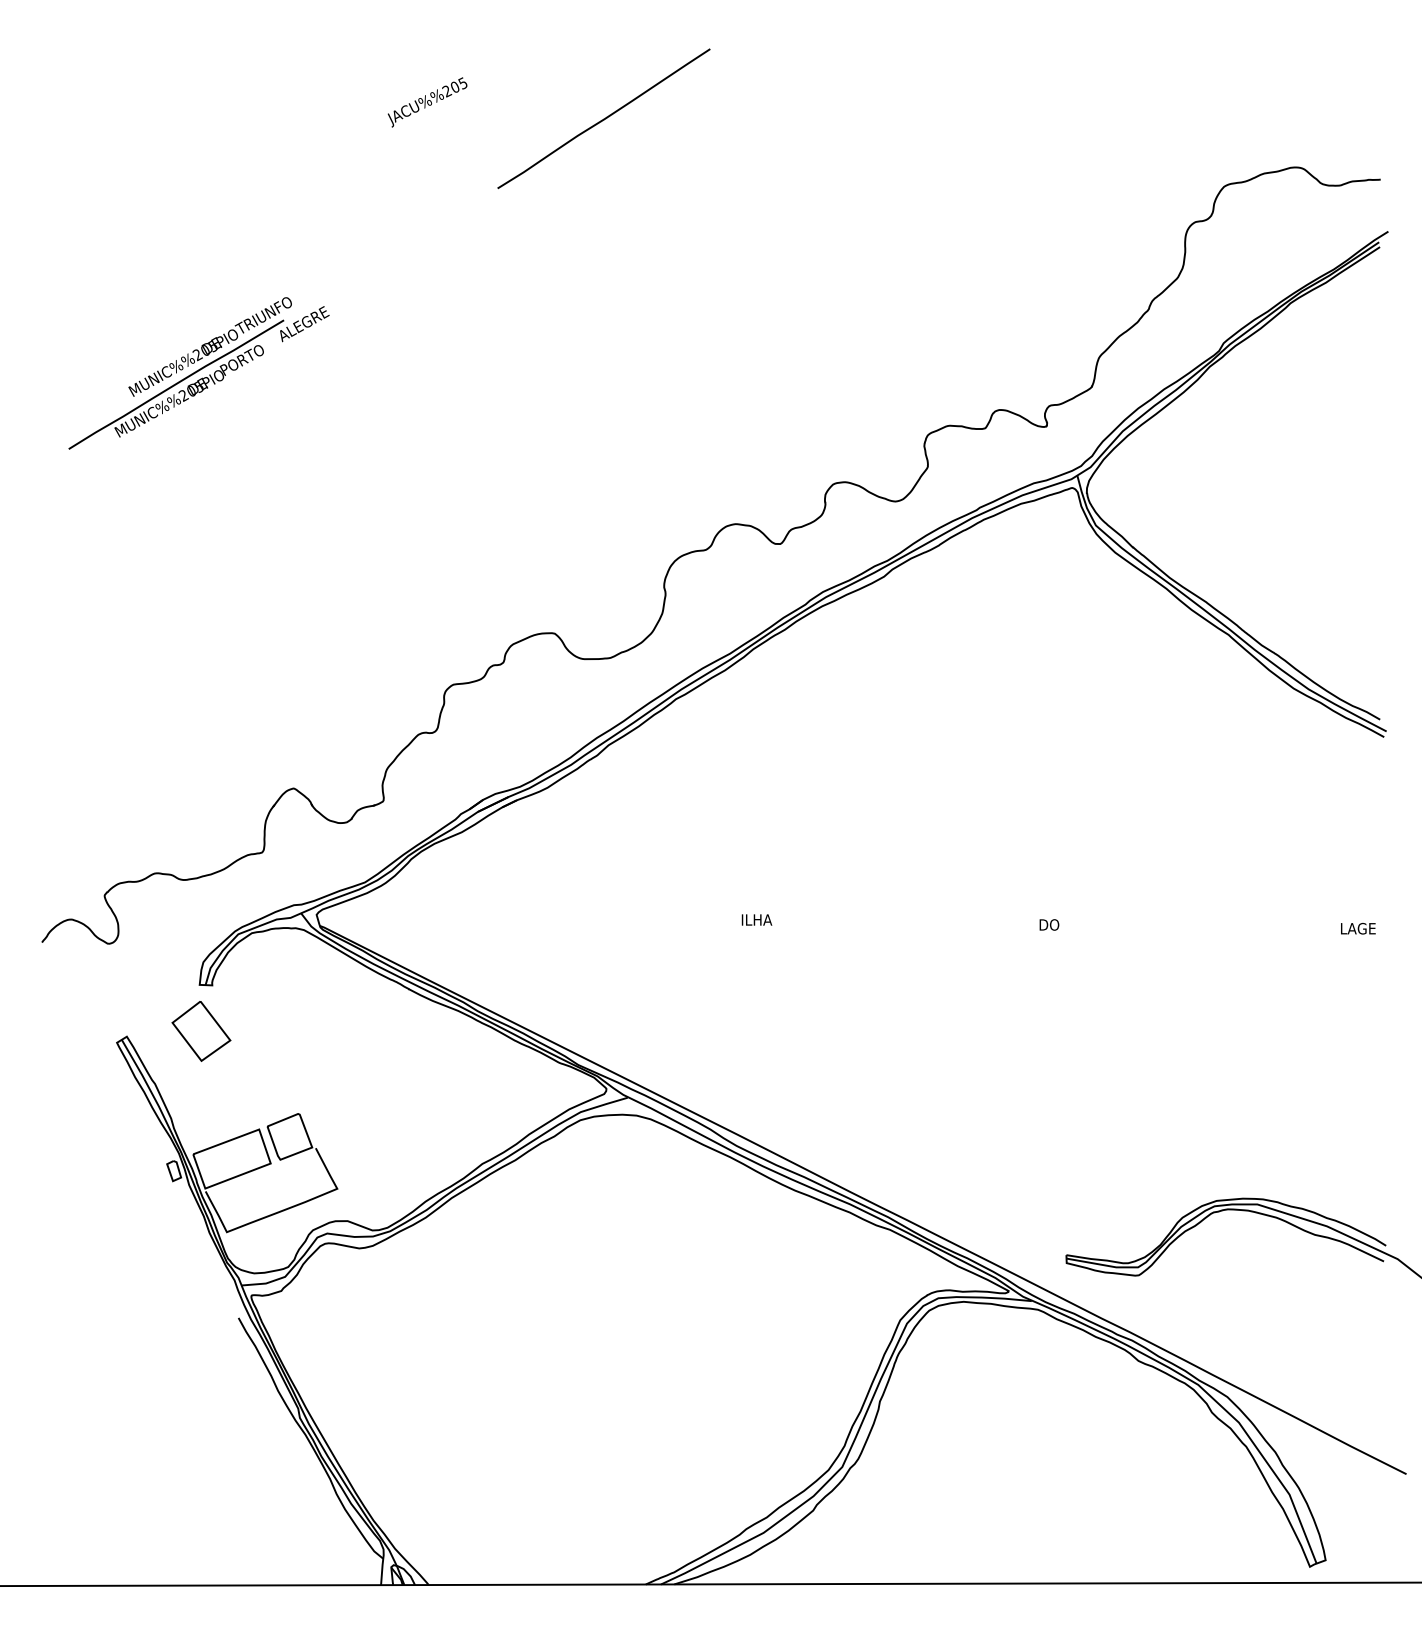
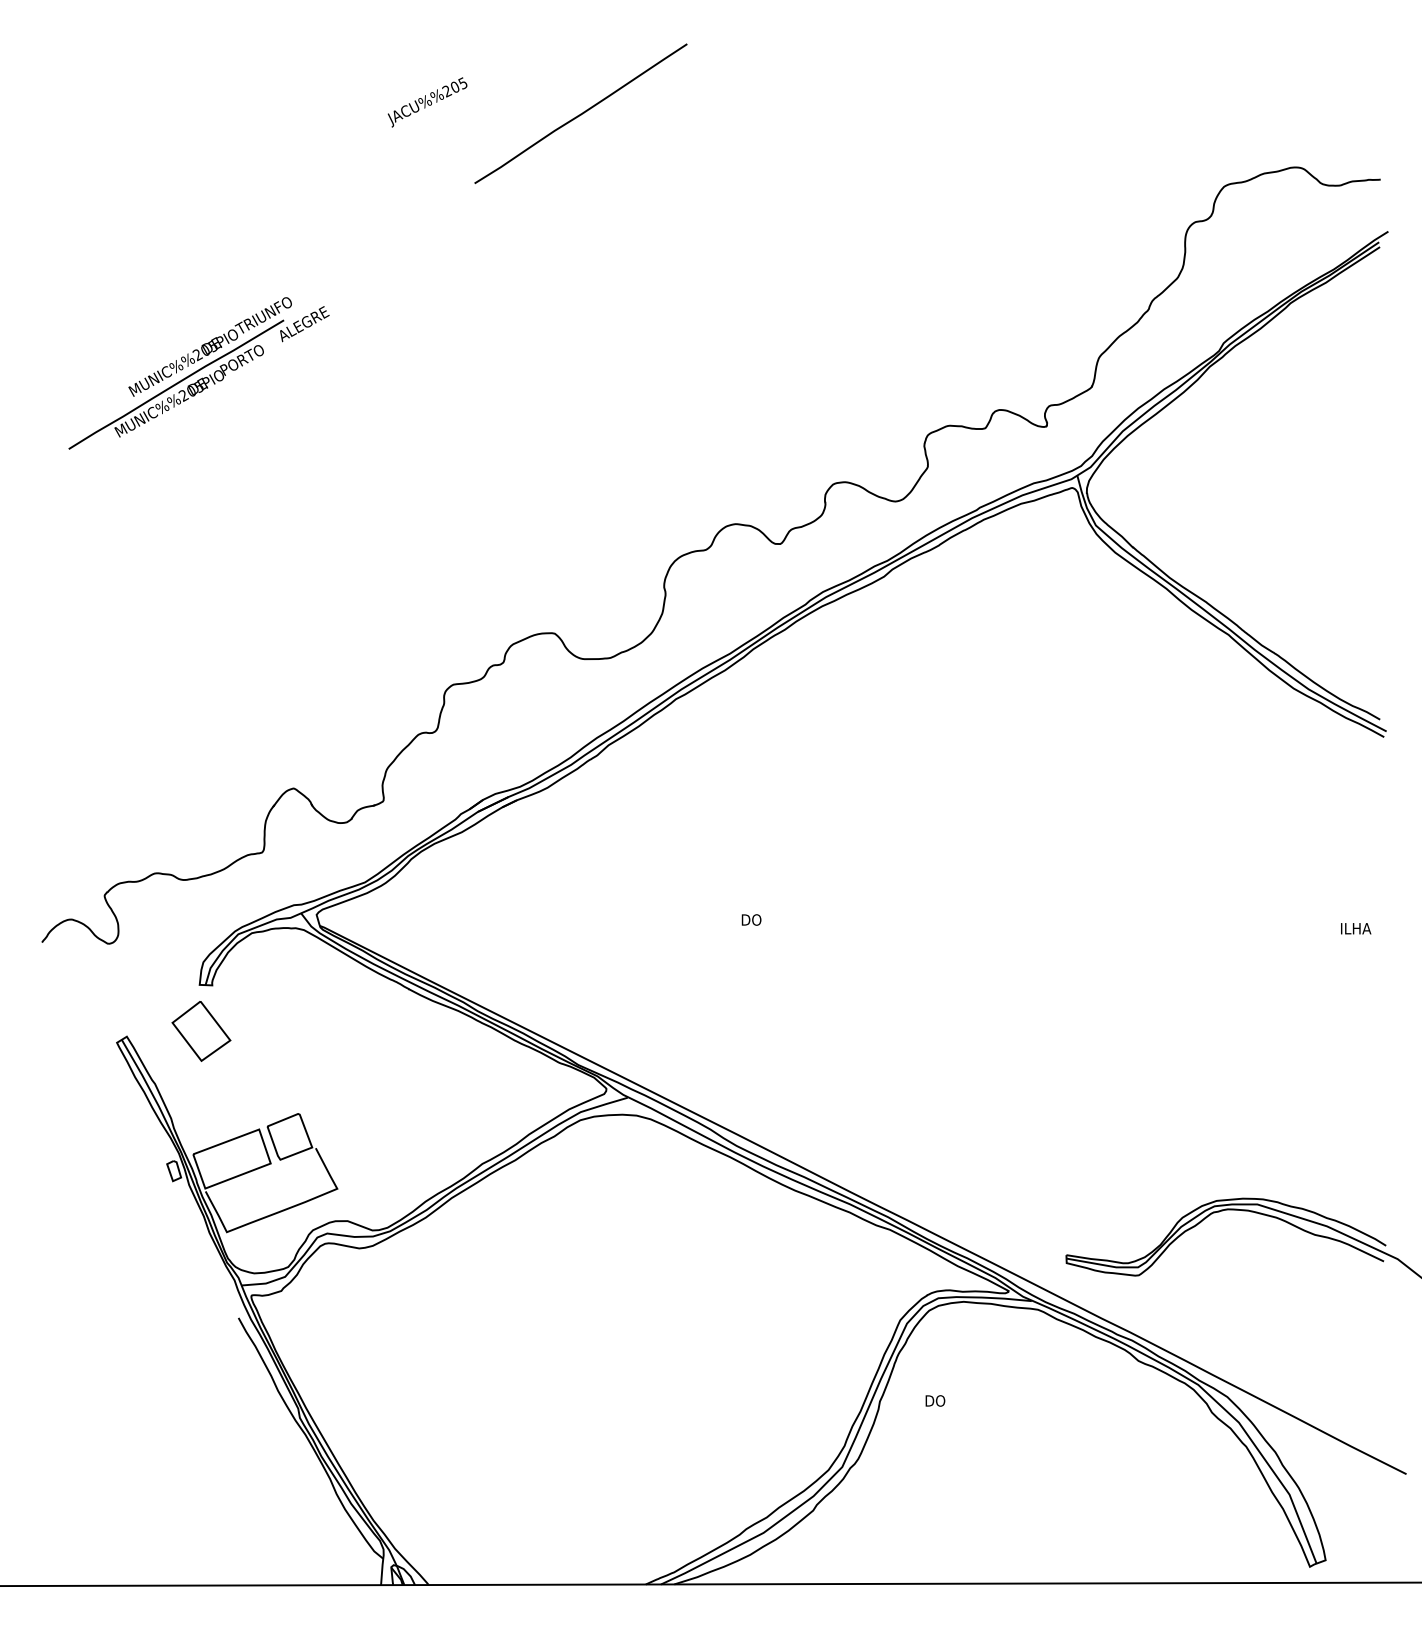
line at (603, 118) position: (603, 118) -> (580, 113)
text at (757, 919): ILHA -> DO
text at (1049, 924) position: (1049, 924) -> (935, 1400)
text at (1358, 928): LAGE -> ILHA
